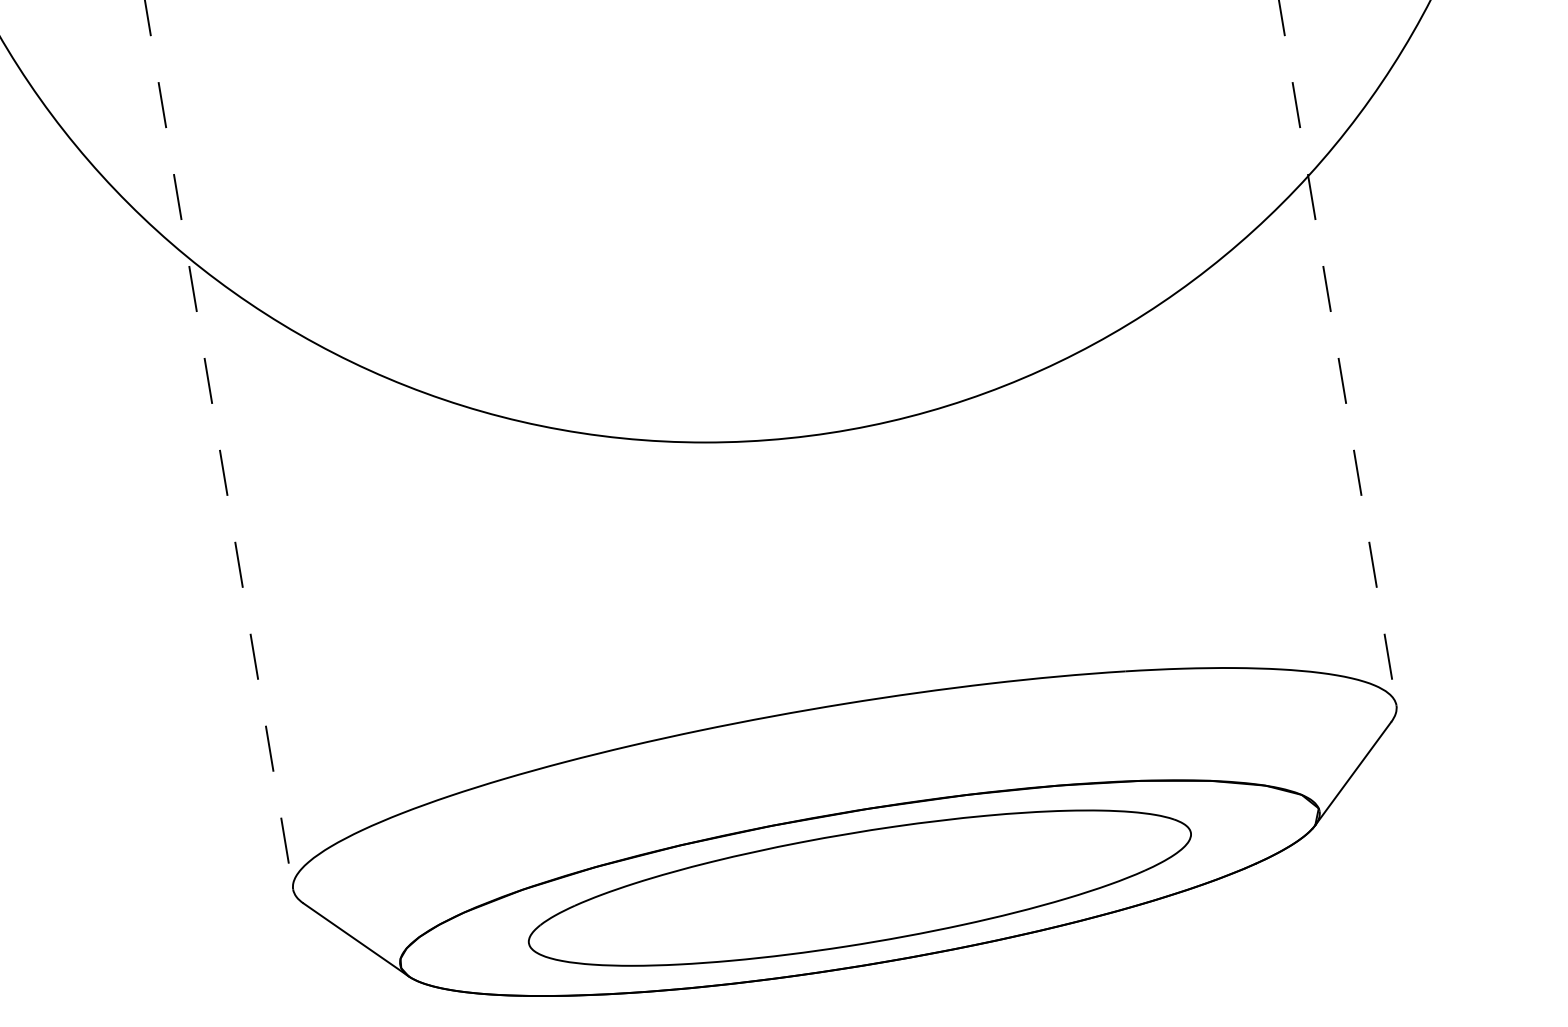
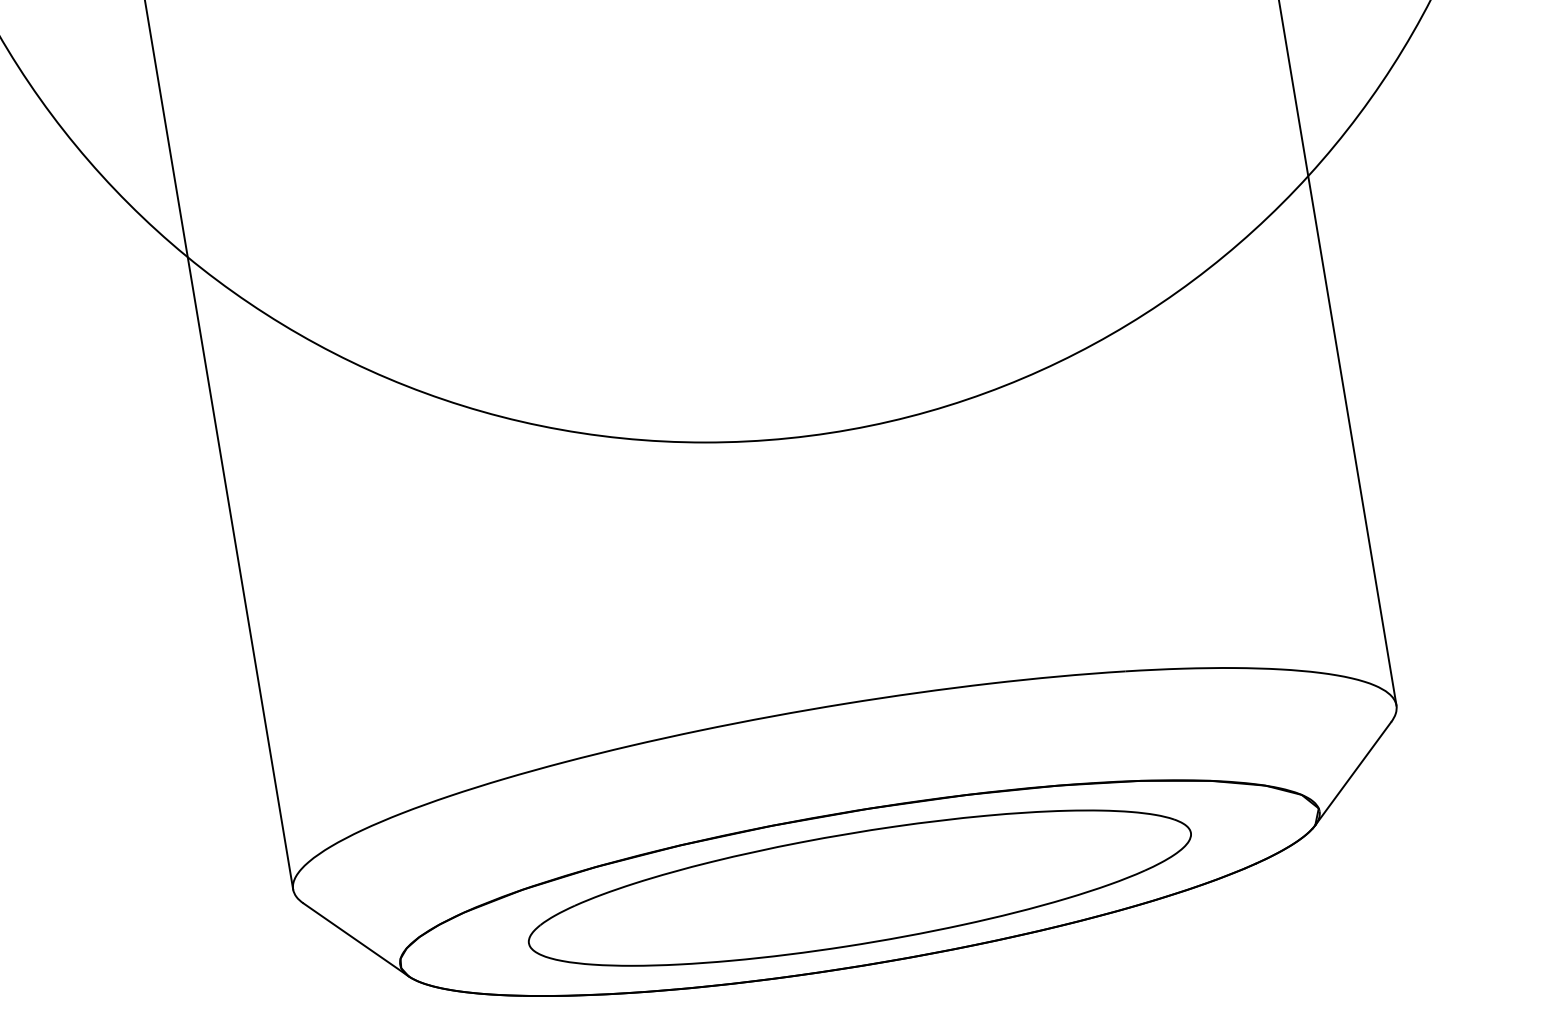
line at (1337, 353): dashed -> solid
line at (219, 445): dashed -> solid
